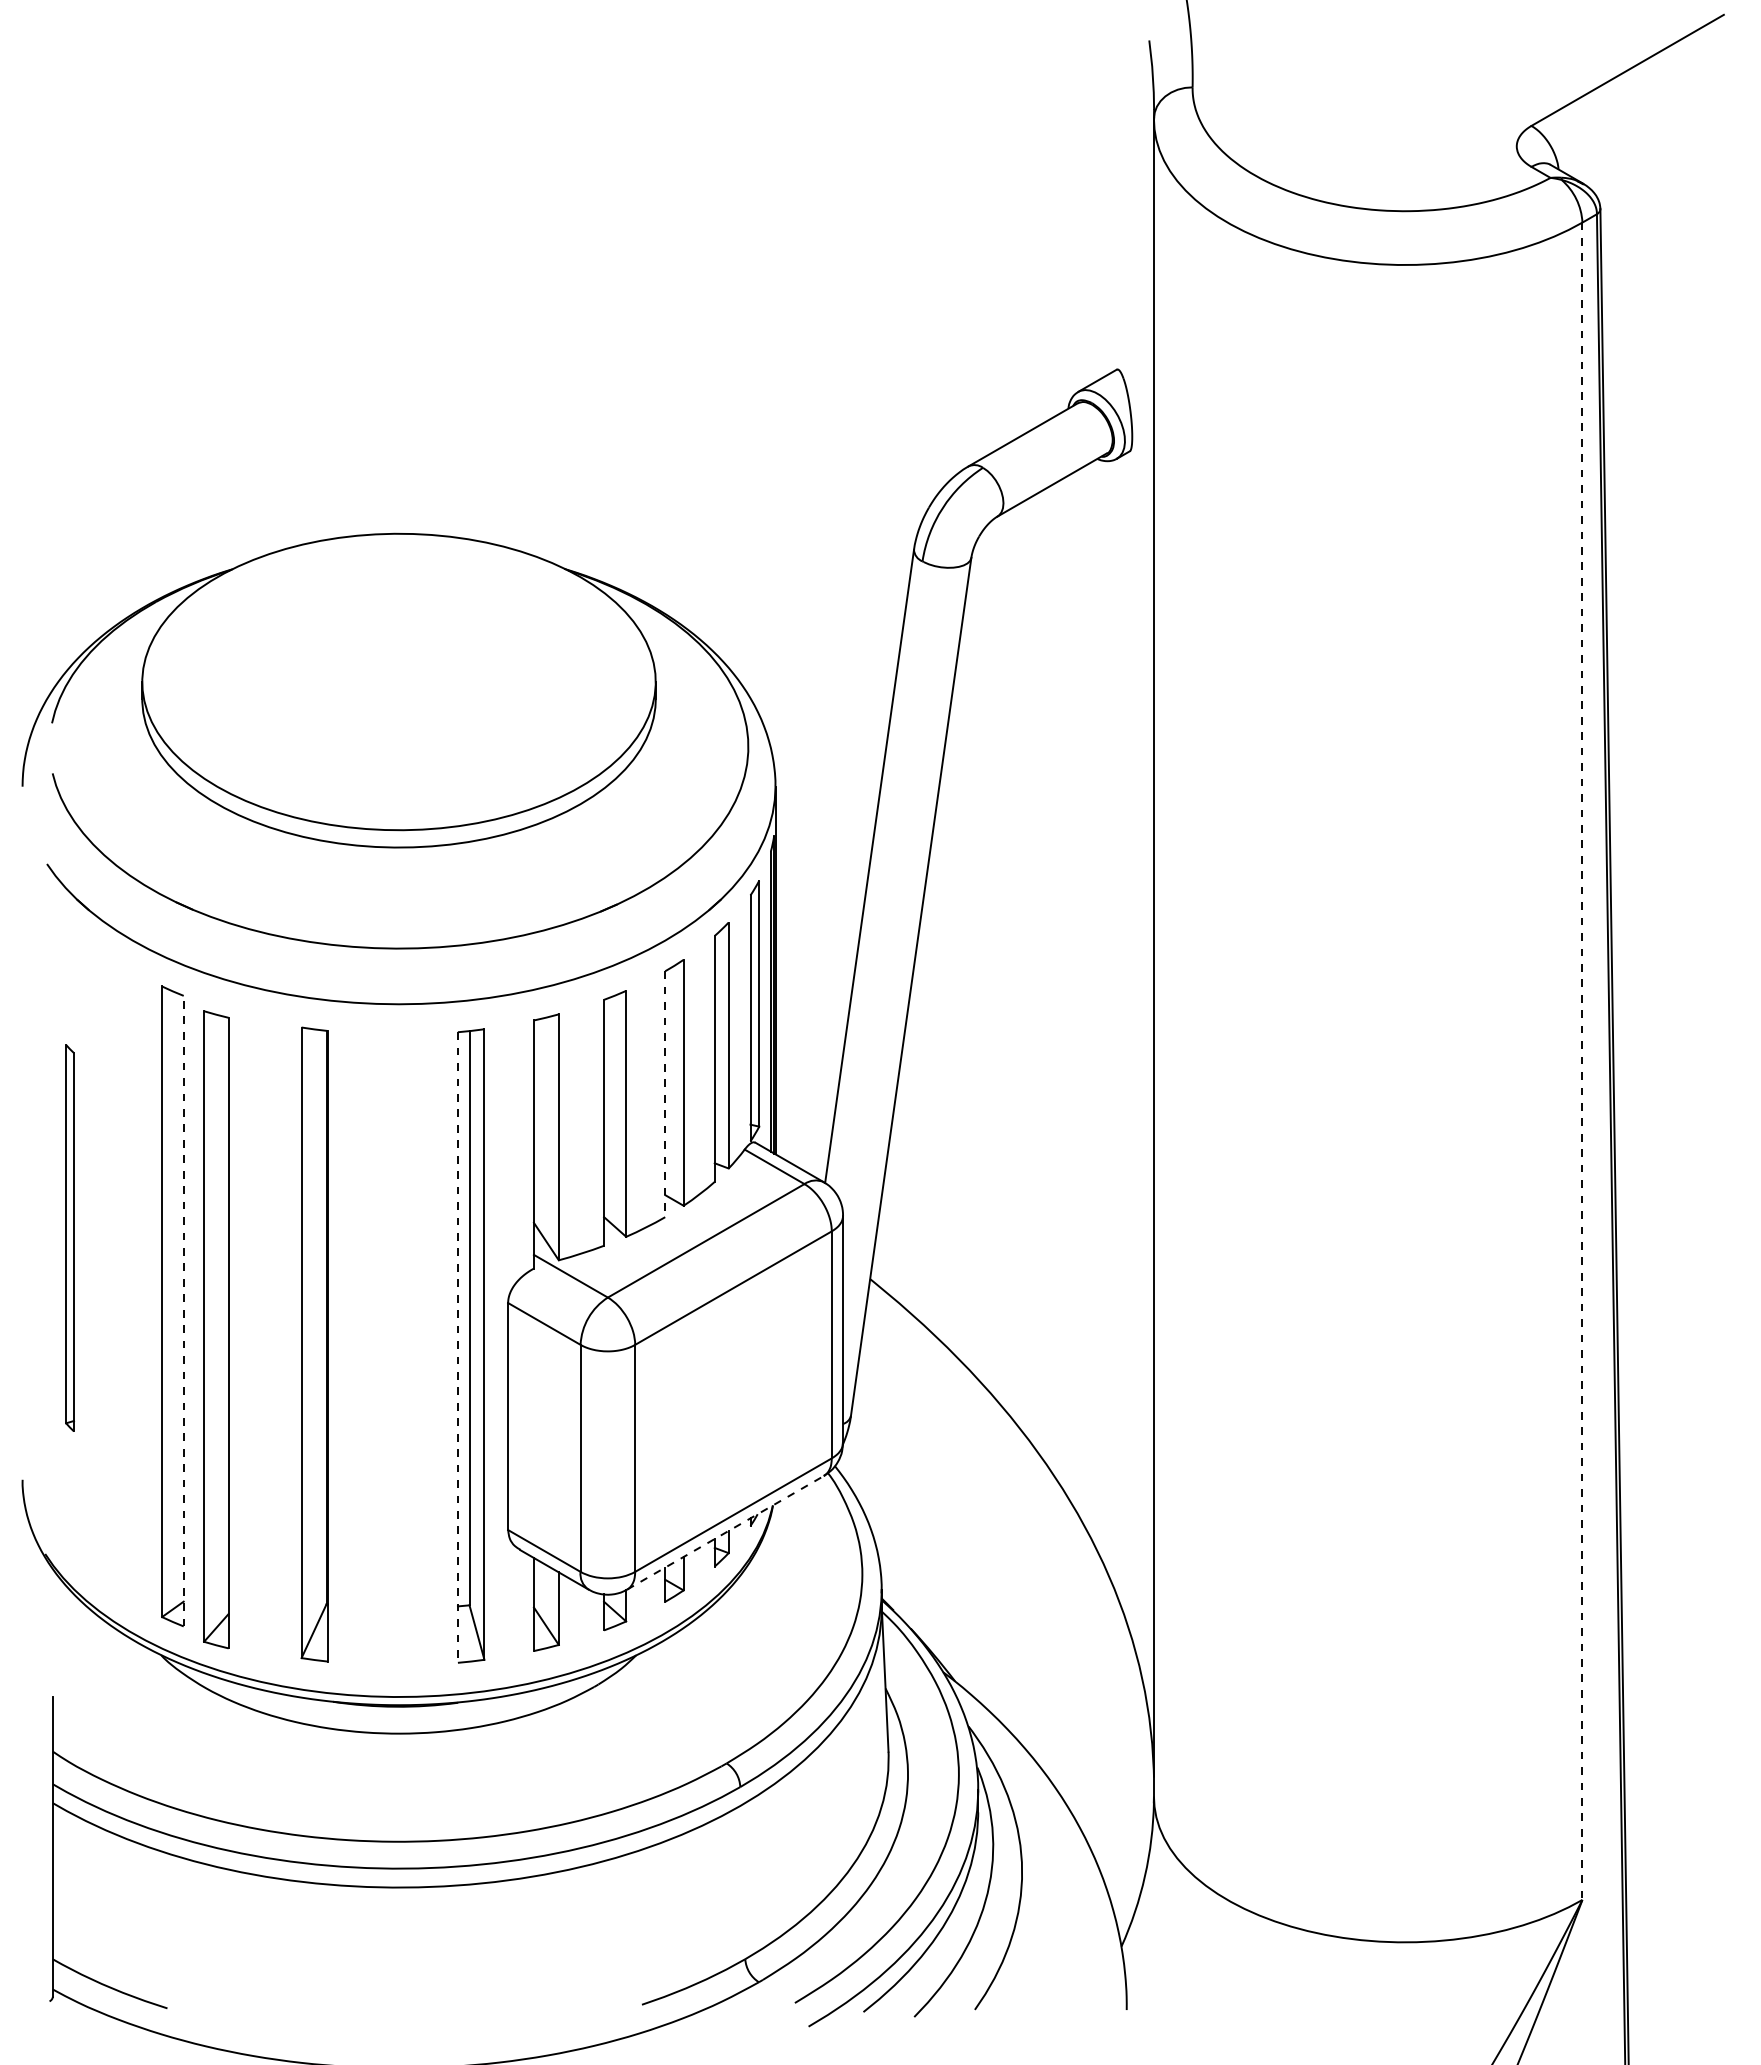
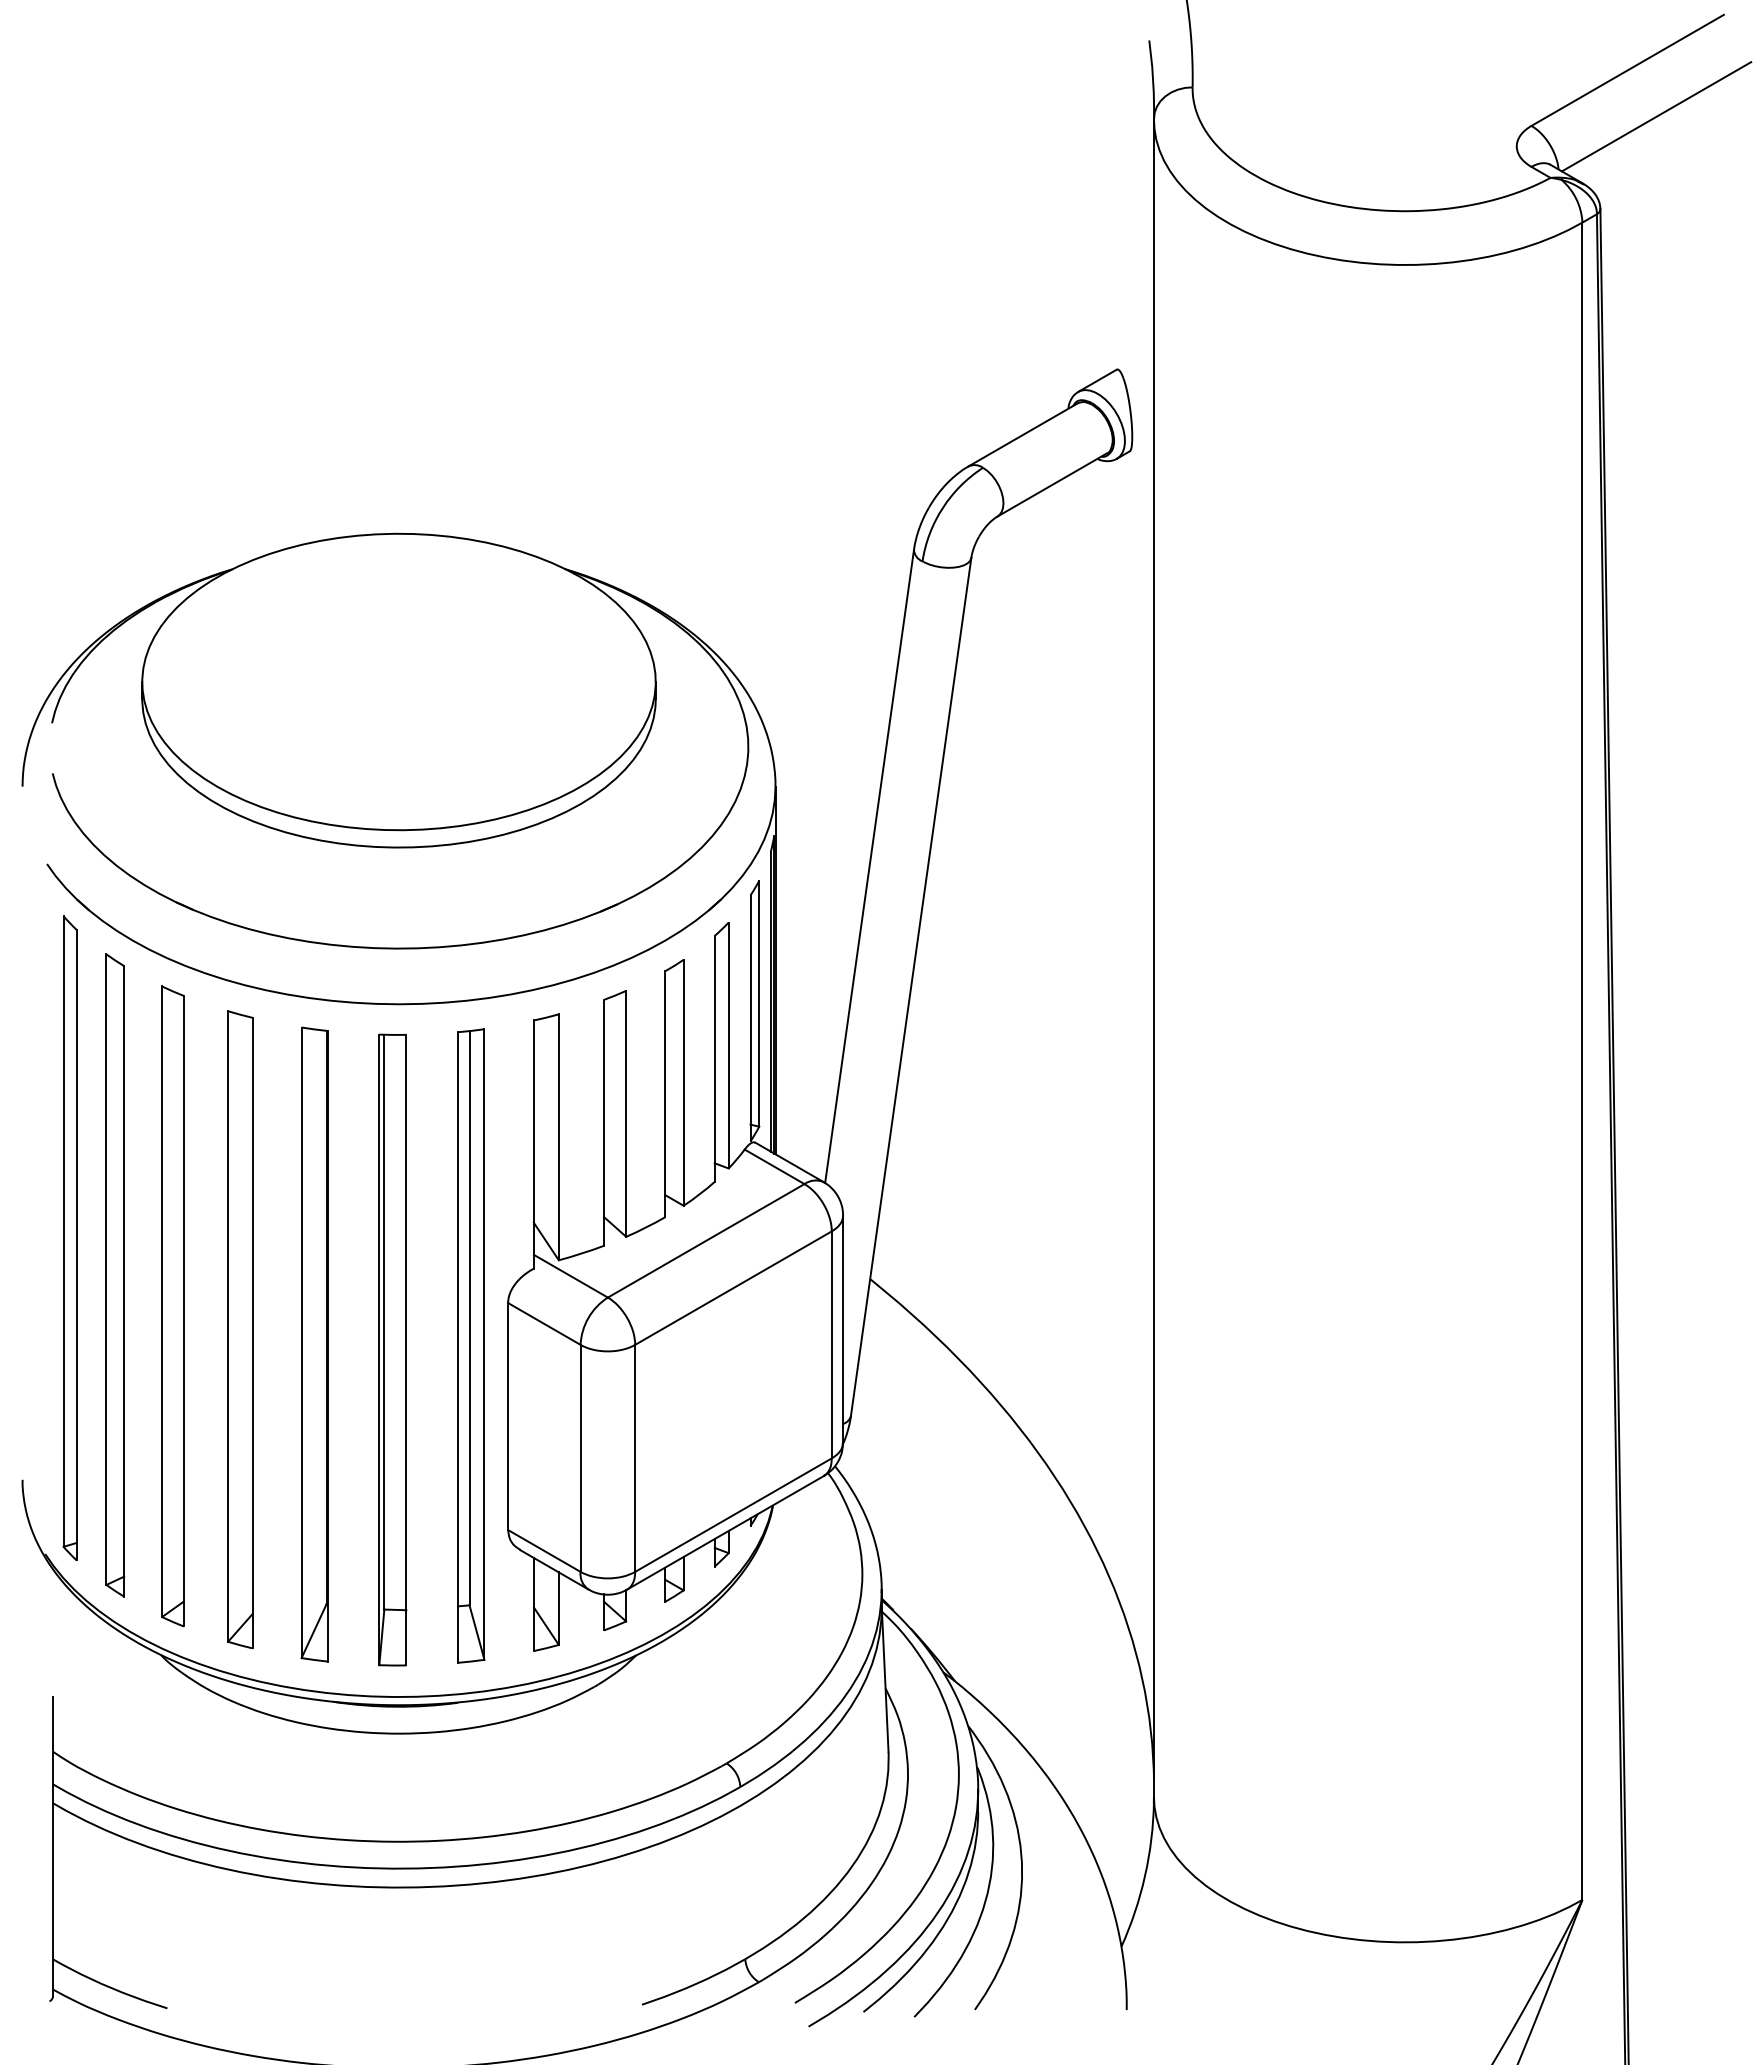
line at (1656, 116): none -> present
line at (1582, 1061): dashed -> solid
line at (665, 1094): dashed -> solid
part at (69, 1237) size: 10x388 px -> 16x646 px
part at (115, 1275): none -> present
line at (183, 1310): dashed -> solid
part at (216, 1329) position: (216, 1329) -> (240, 1329)
line at (457, 1348): dashed -> solid
part at (392, 1349): none -> present
line at (725, 1532): dashed -> solid
